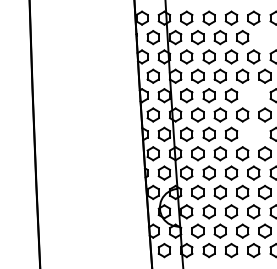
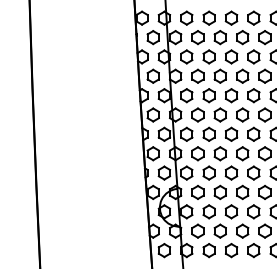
part at (264, 37): none -> present
part at (253, 95): none -> present
part at (253, 133): none -> present
